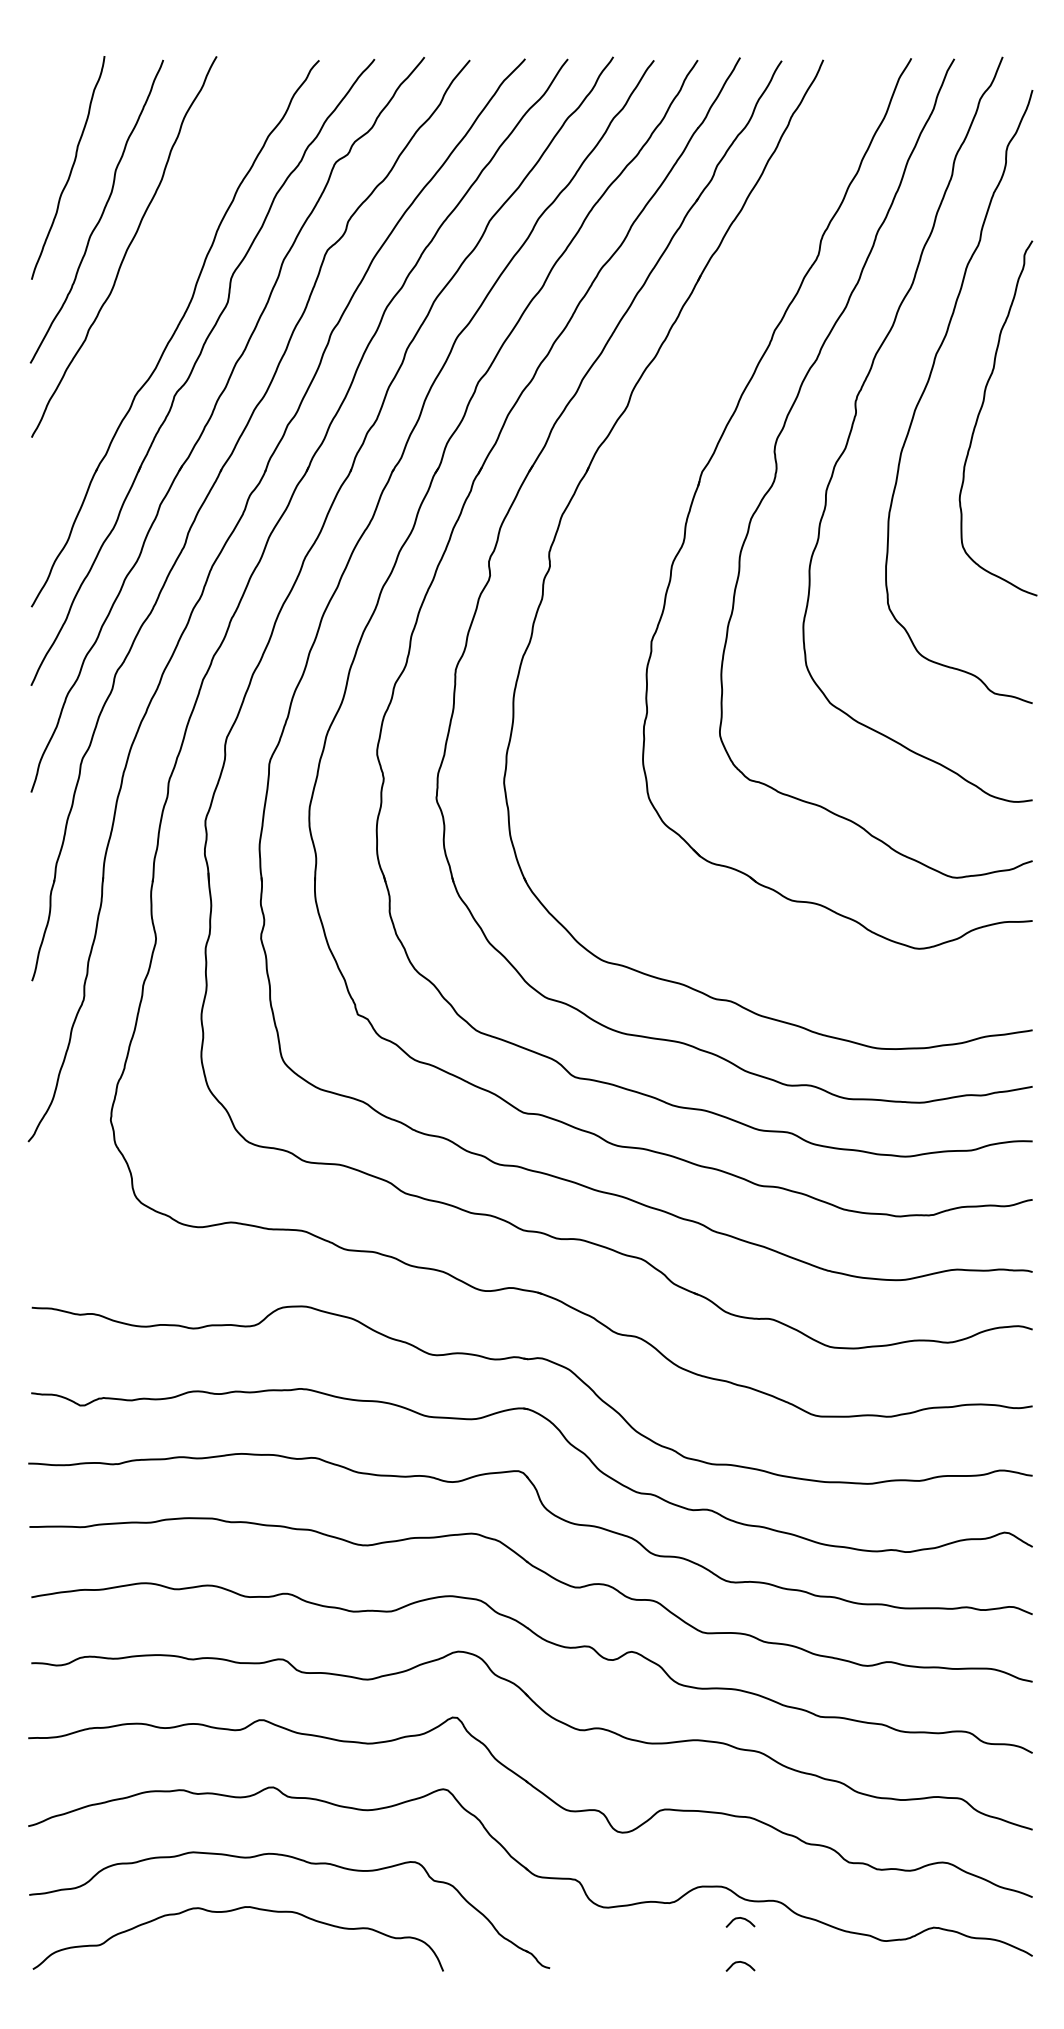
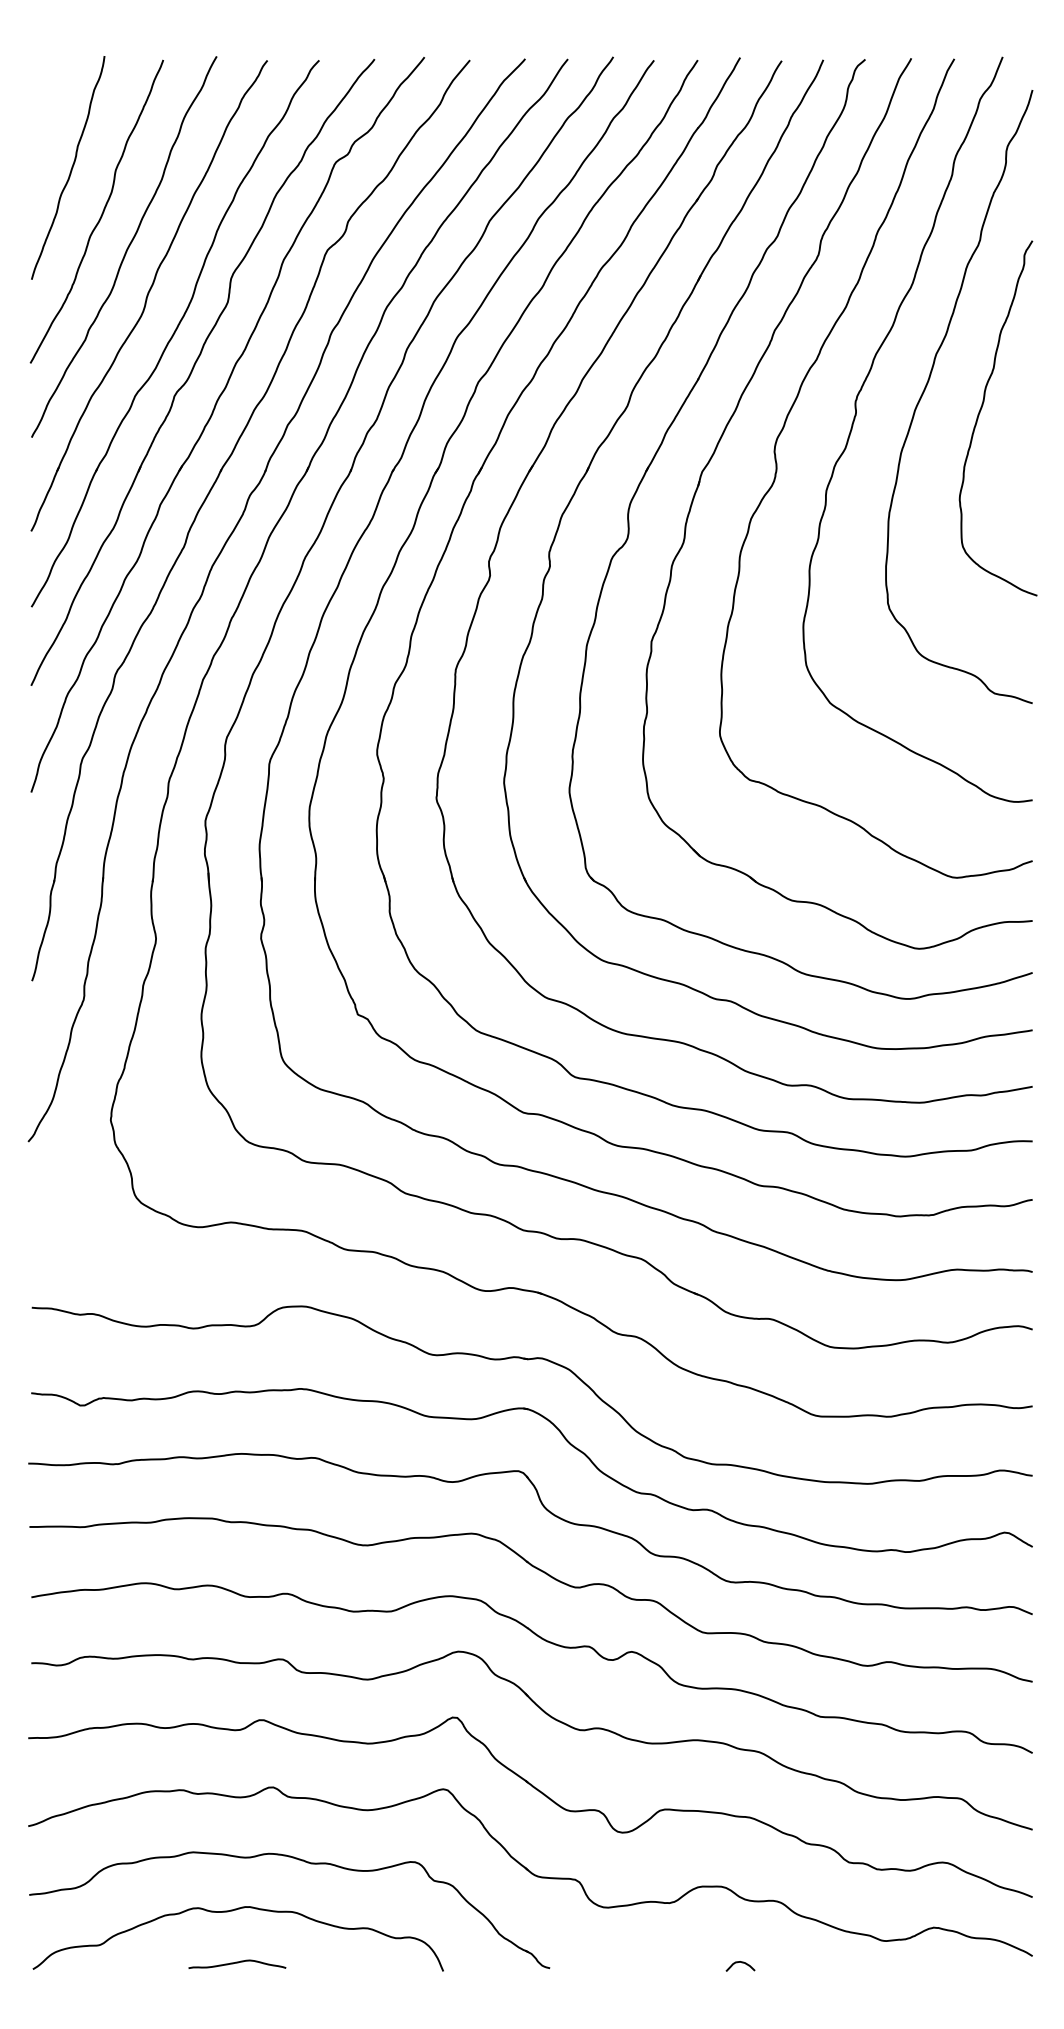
part at (148, 295): none -> present
part at (656, 455): none -> present
curve at (741, 1919): present -> none
curve at (237, 1963): none -> present
